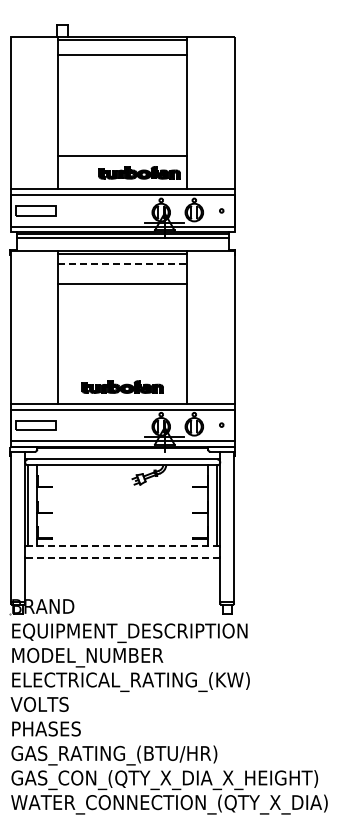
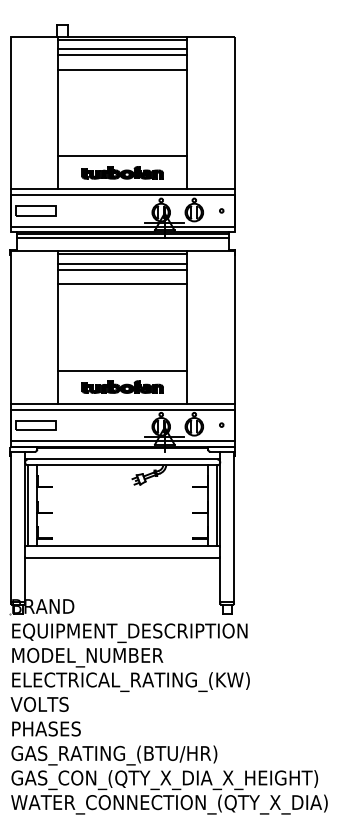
line at (122, 49): none -> present
line at (122, 69): none -> present
part at (139, 172) position: (139, 172) -> (122, 172)
line at (123, 263): dashed -> solid
line at (122, 269): none -> present
line at (122, 370): none -> present
line at (122, 546): dashed -> solid
line at (122, 557): dashed -> solid
